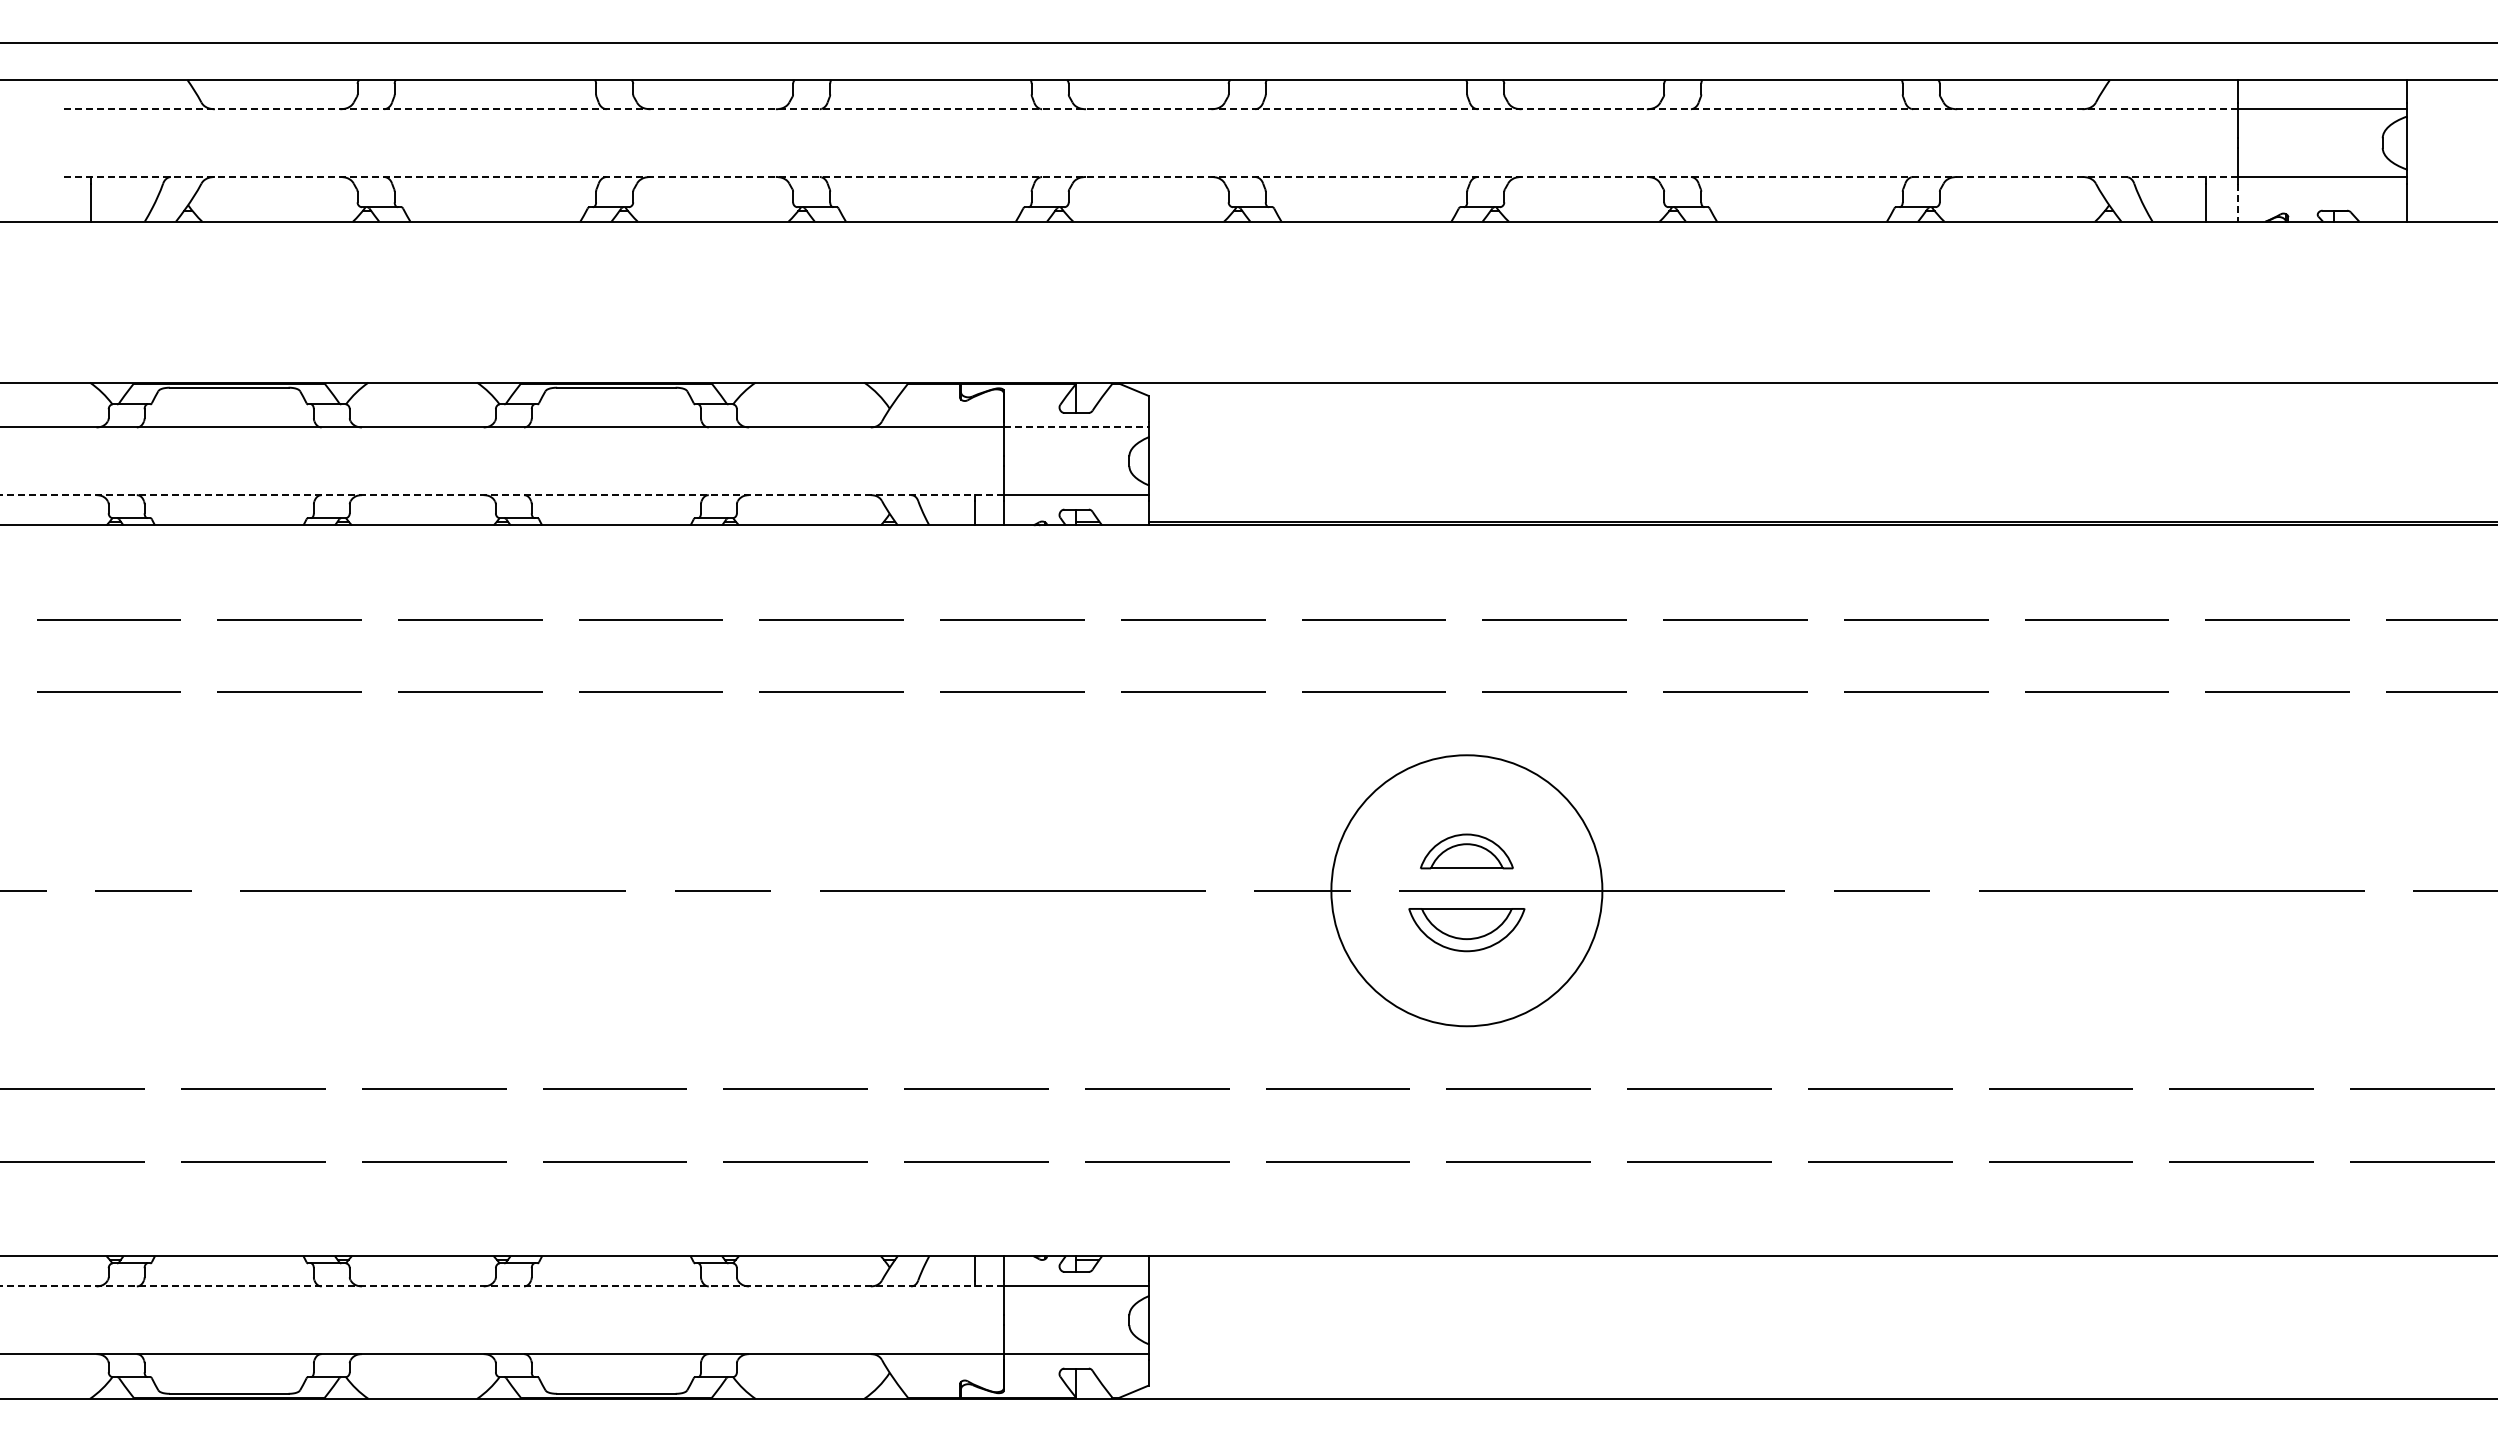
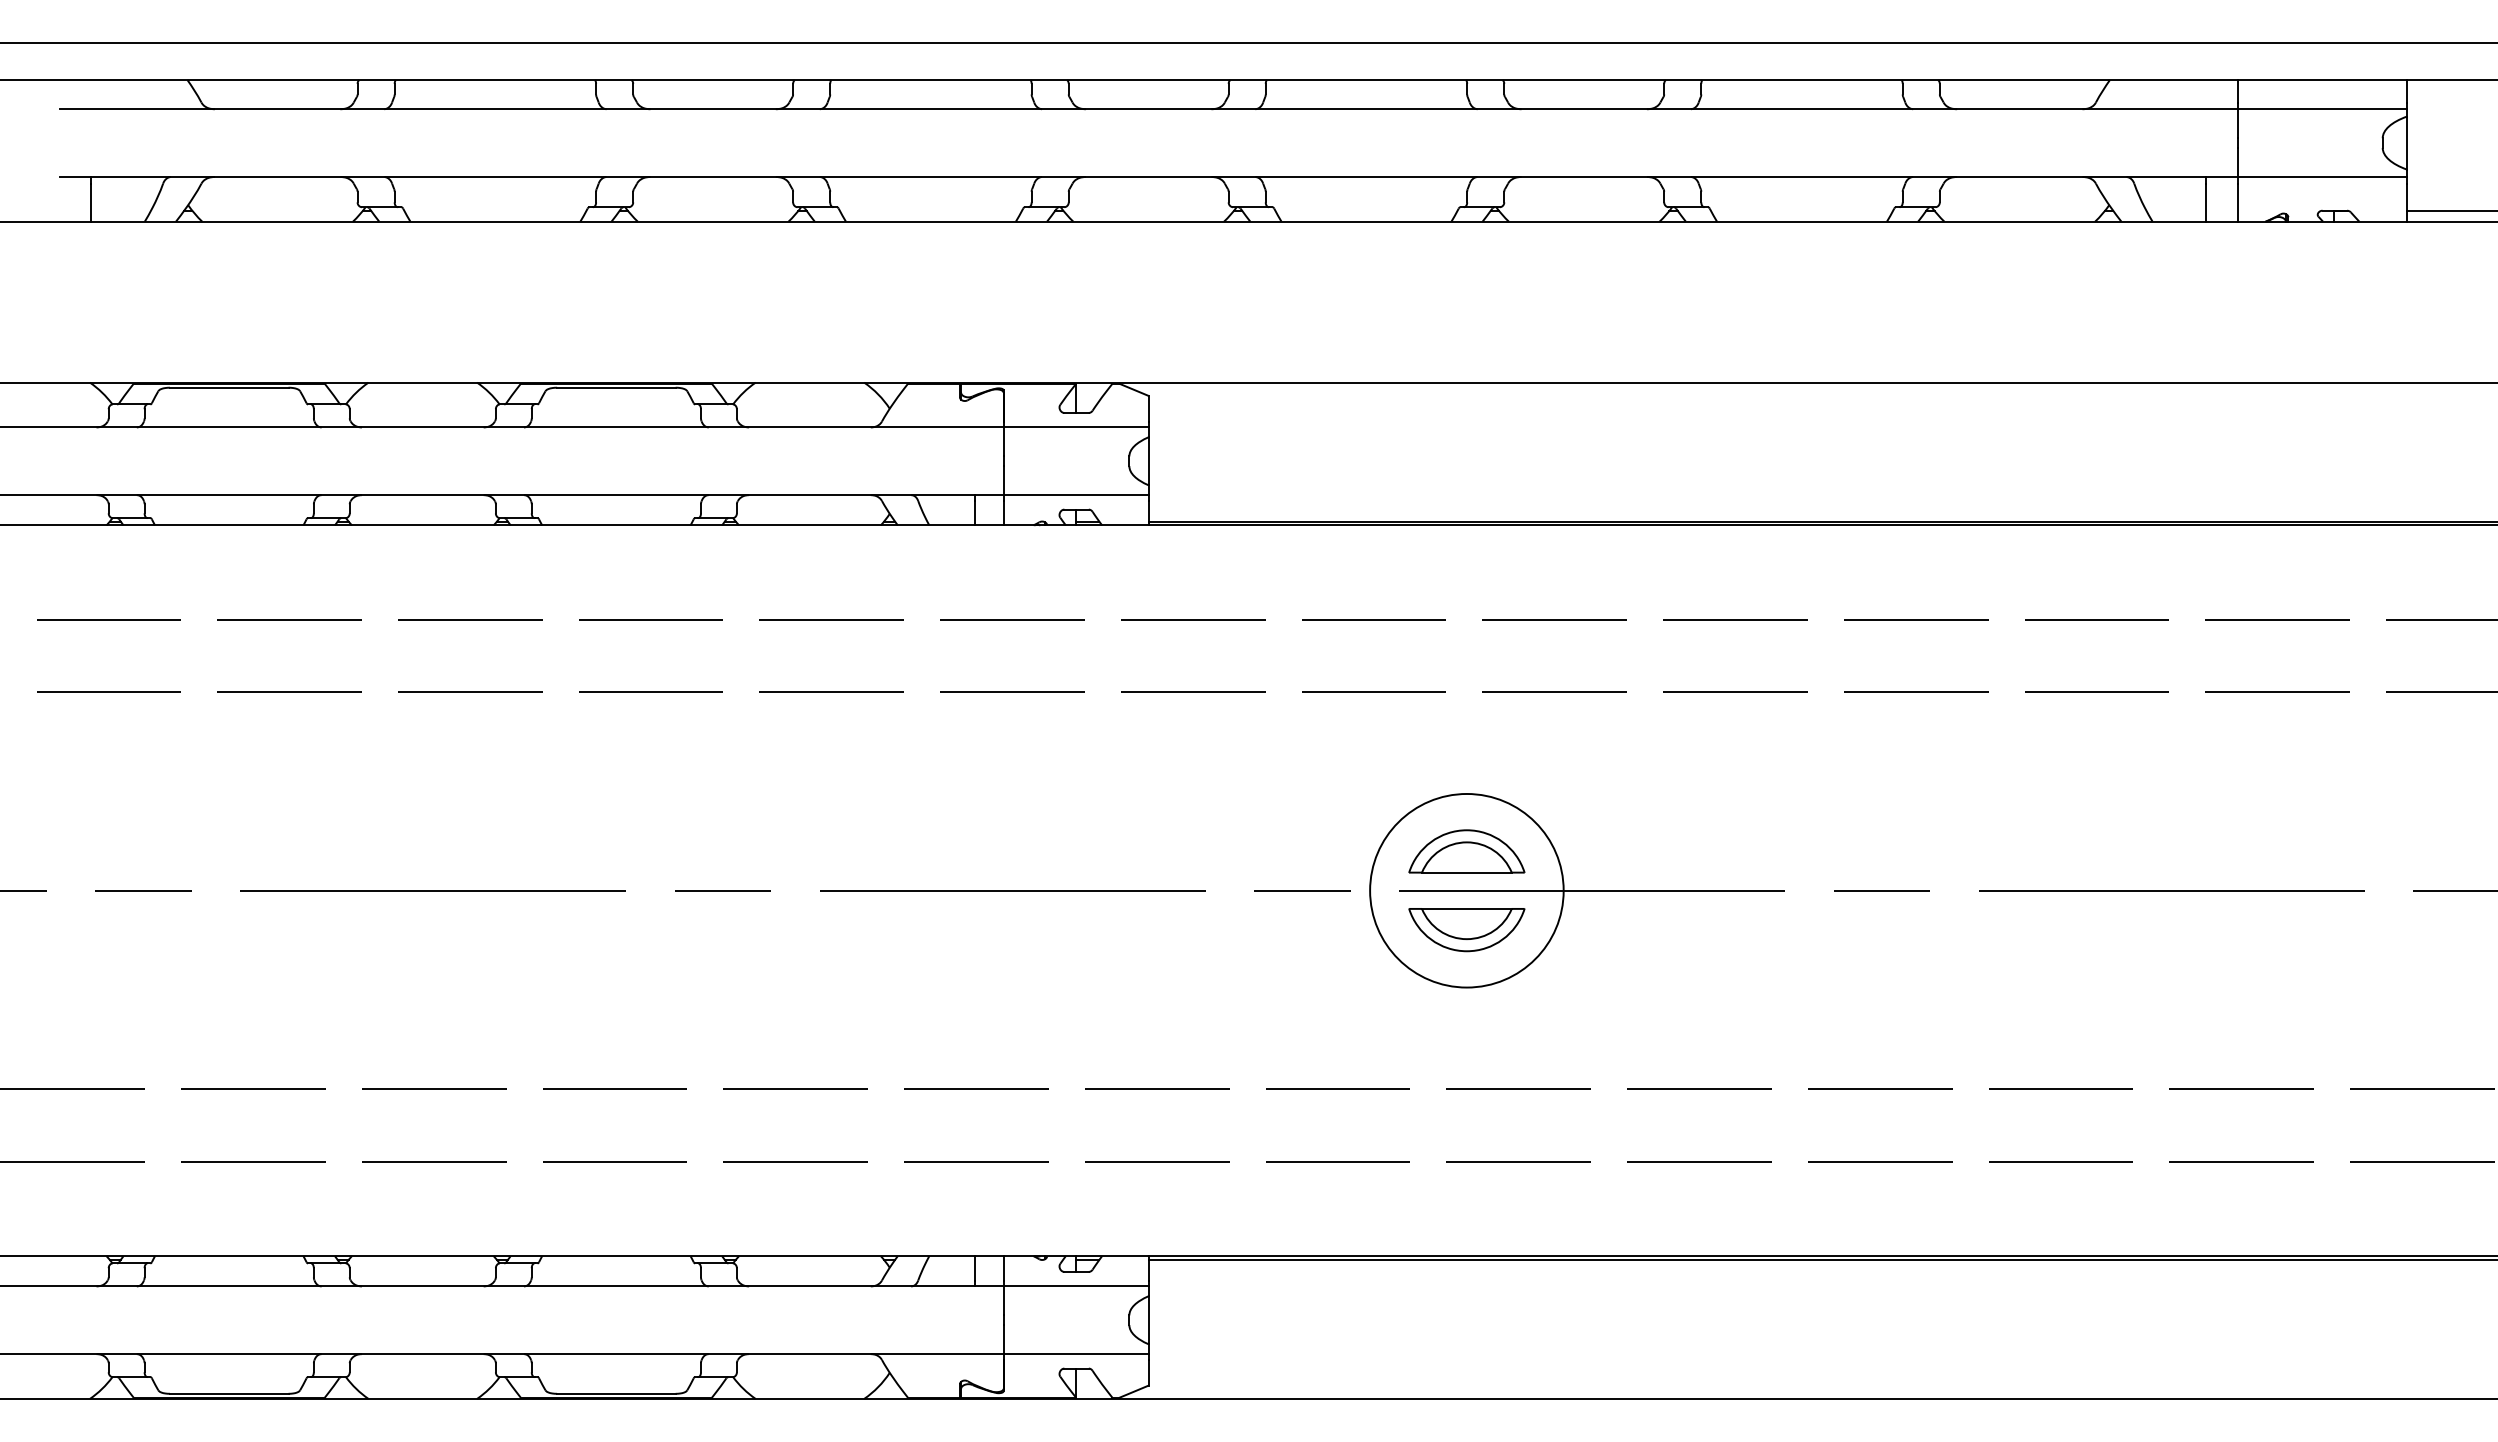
line at (1148, 109): dashed -> solid
line at (1148, 176): dashed -> solid
line at (2237, 203): dashed -> solid
line at (2450, 210): none -> present
line at (1076, 427): dashed -> solid
line at (501, 495): dashed -> solid
part at (1466, 851) size: 94x37 px -> 118x45 px
circle at (1466, 890) diameter: 271 px -> 194 px
line at (1821, 1259): none -> present
line at (501, 1286): dashed -> solid
